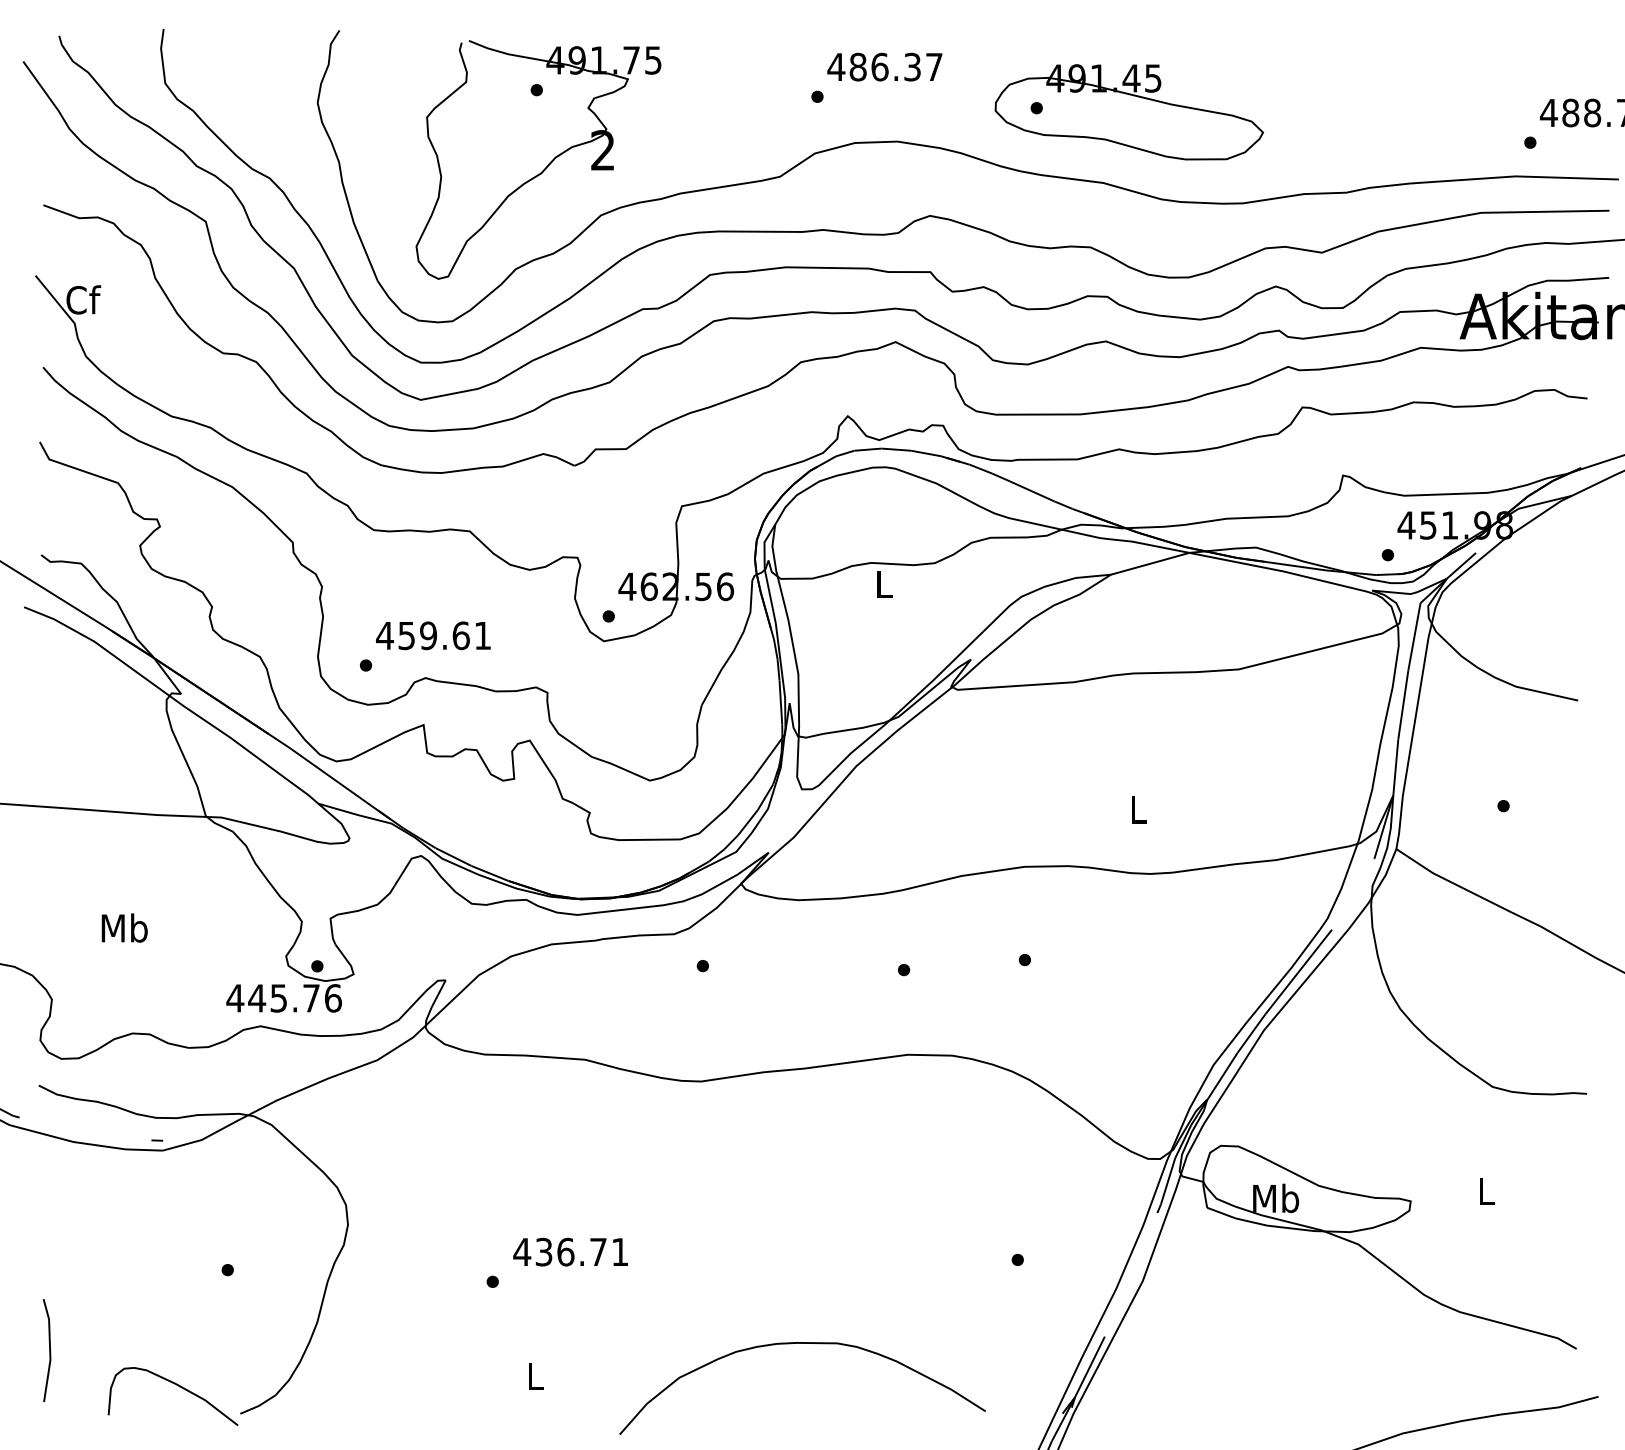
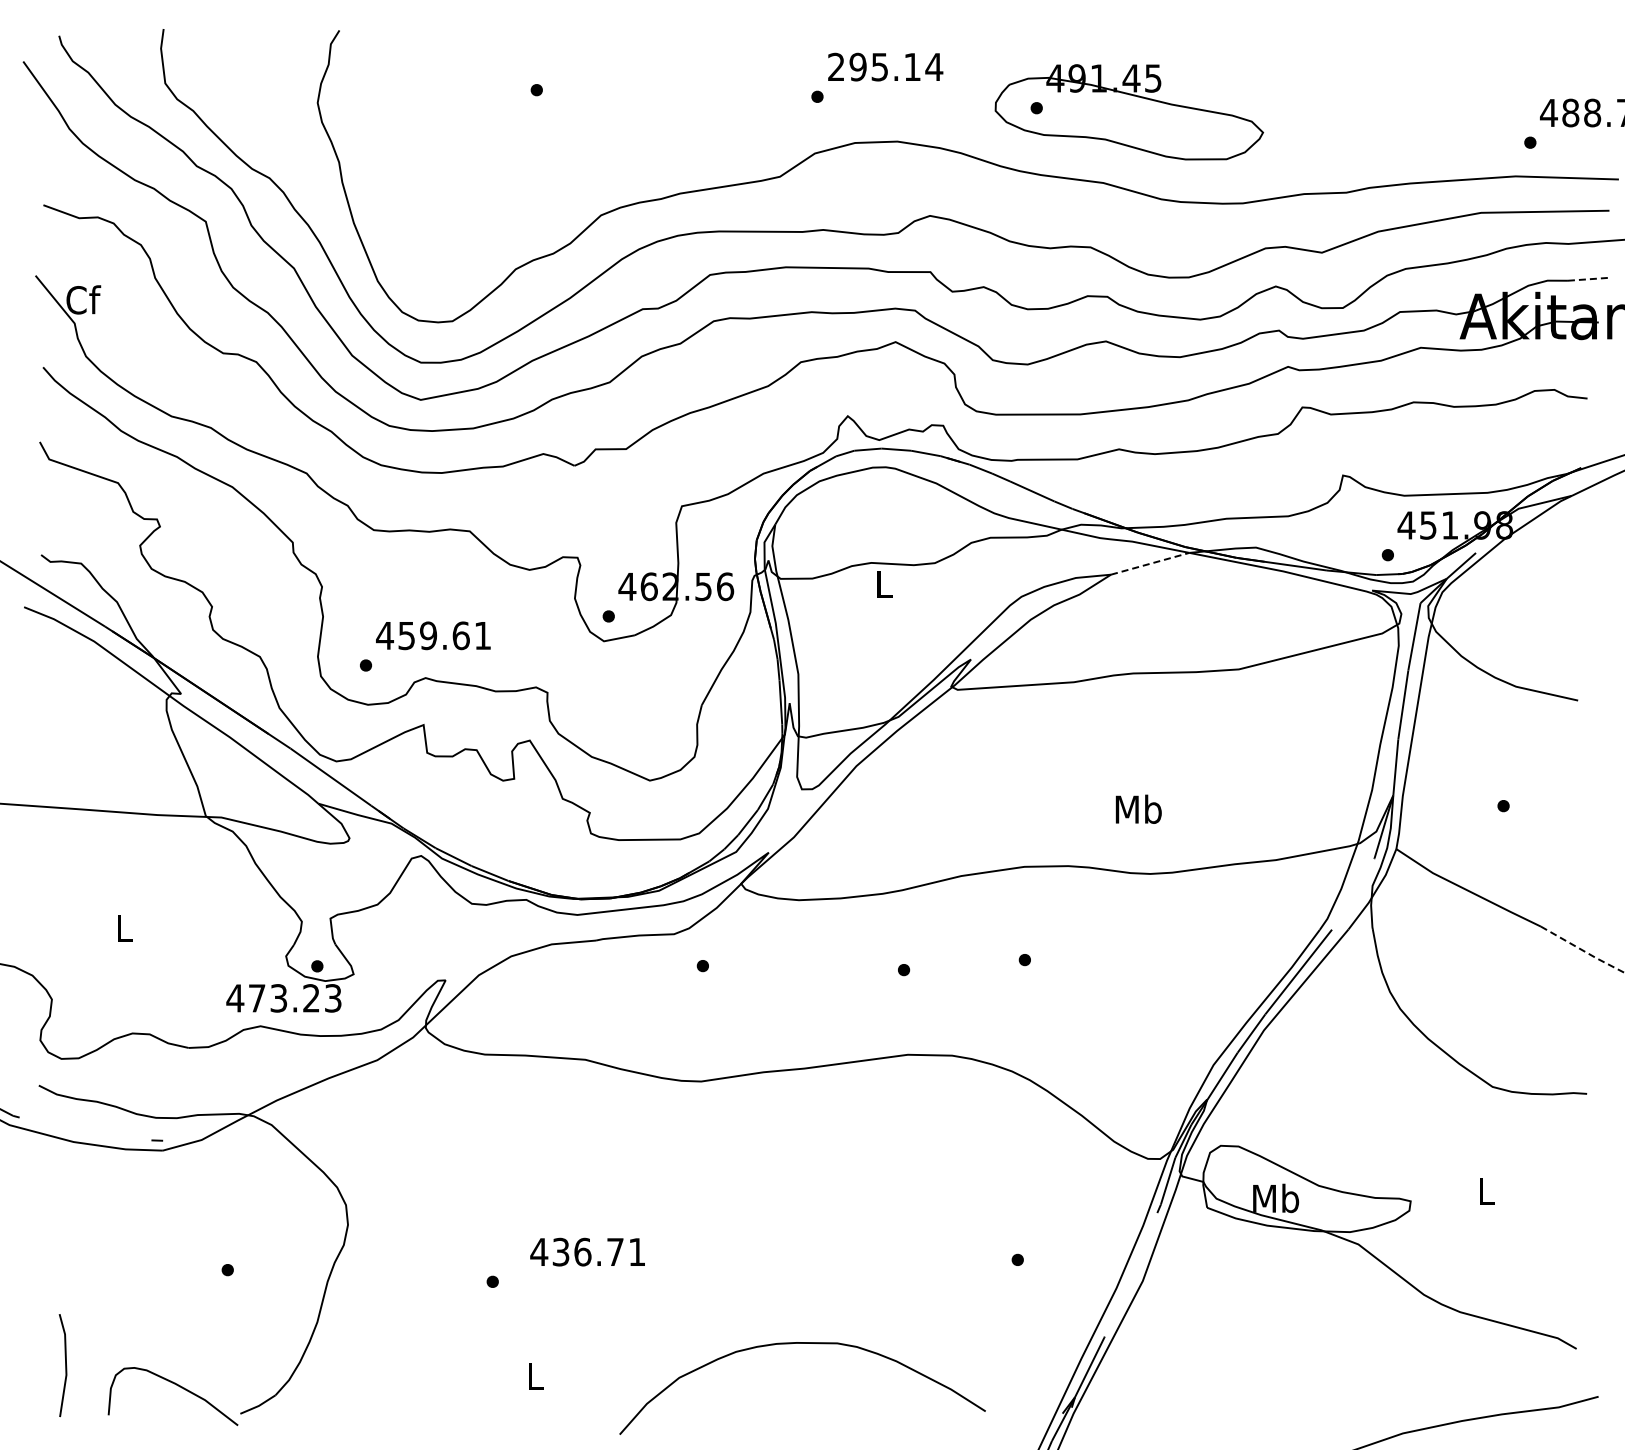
text at (885, 66): 486.37 -> 295.14
part at (546, 166): present -> none
line at (1588, 279): solid -> dashed
line at (1150, 563): solid -> dashed
text at (1138, 808): L -> Mb
text at (124, 927): Mb -> L
line at (1583, 950): solid -> dashed
text at (295, 998): 445.76 -> 473.23
text at (570, 1251) position: (570, 1251) -> (587, 1251)
line at (49, 1350) position: (49, 1350) -> (65, 1365)
